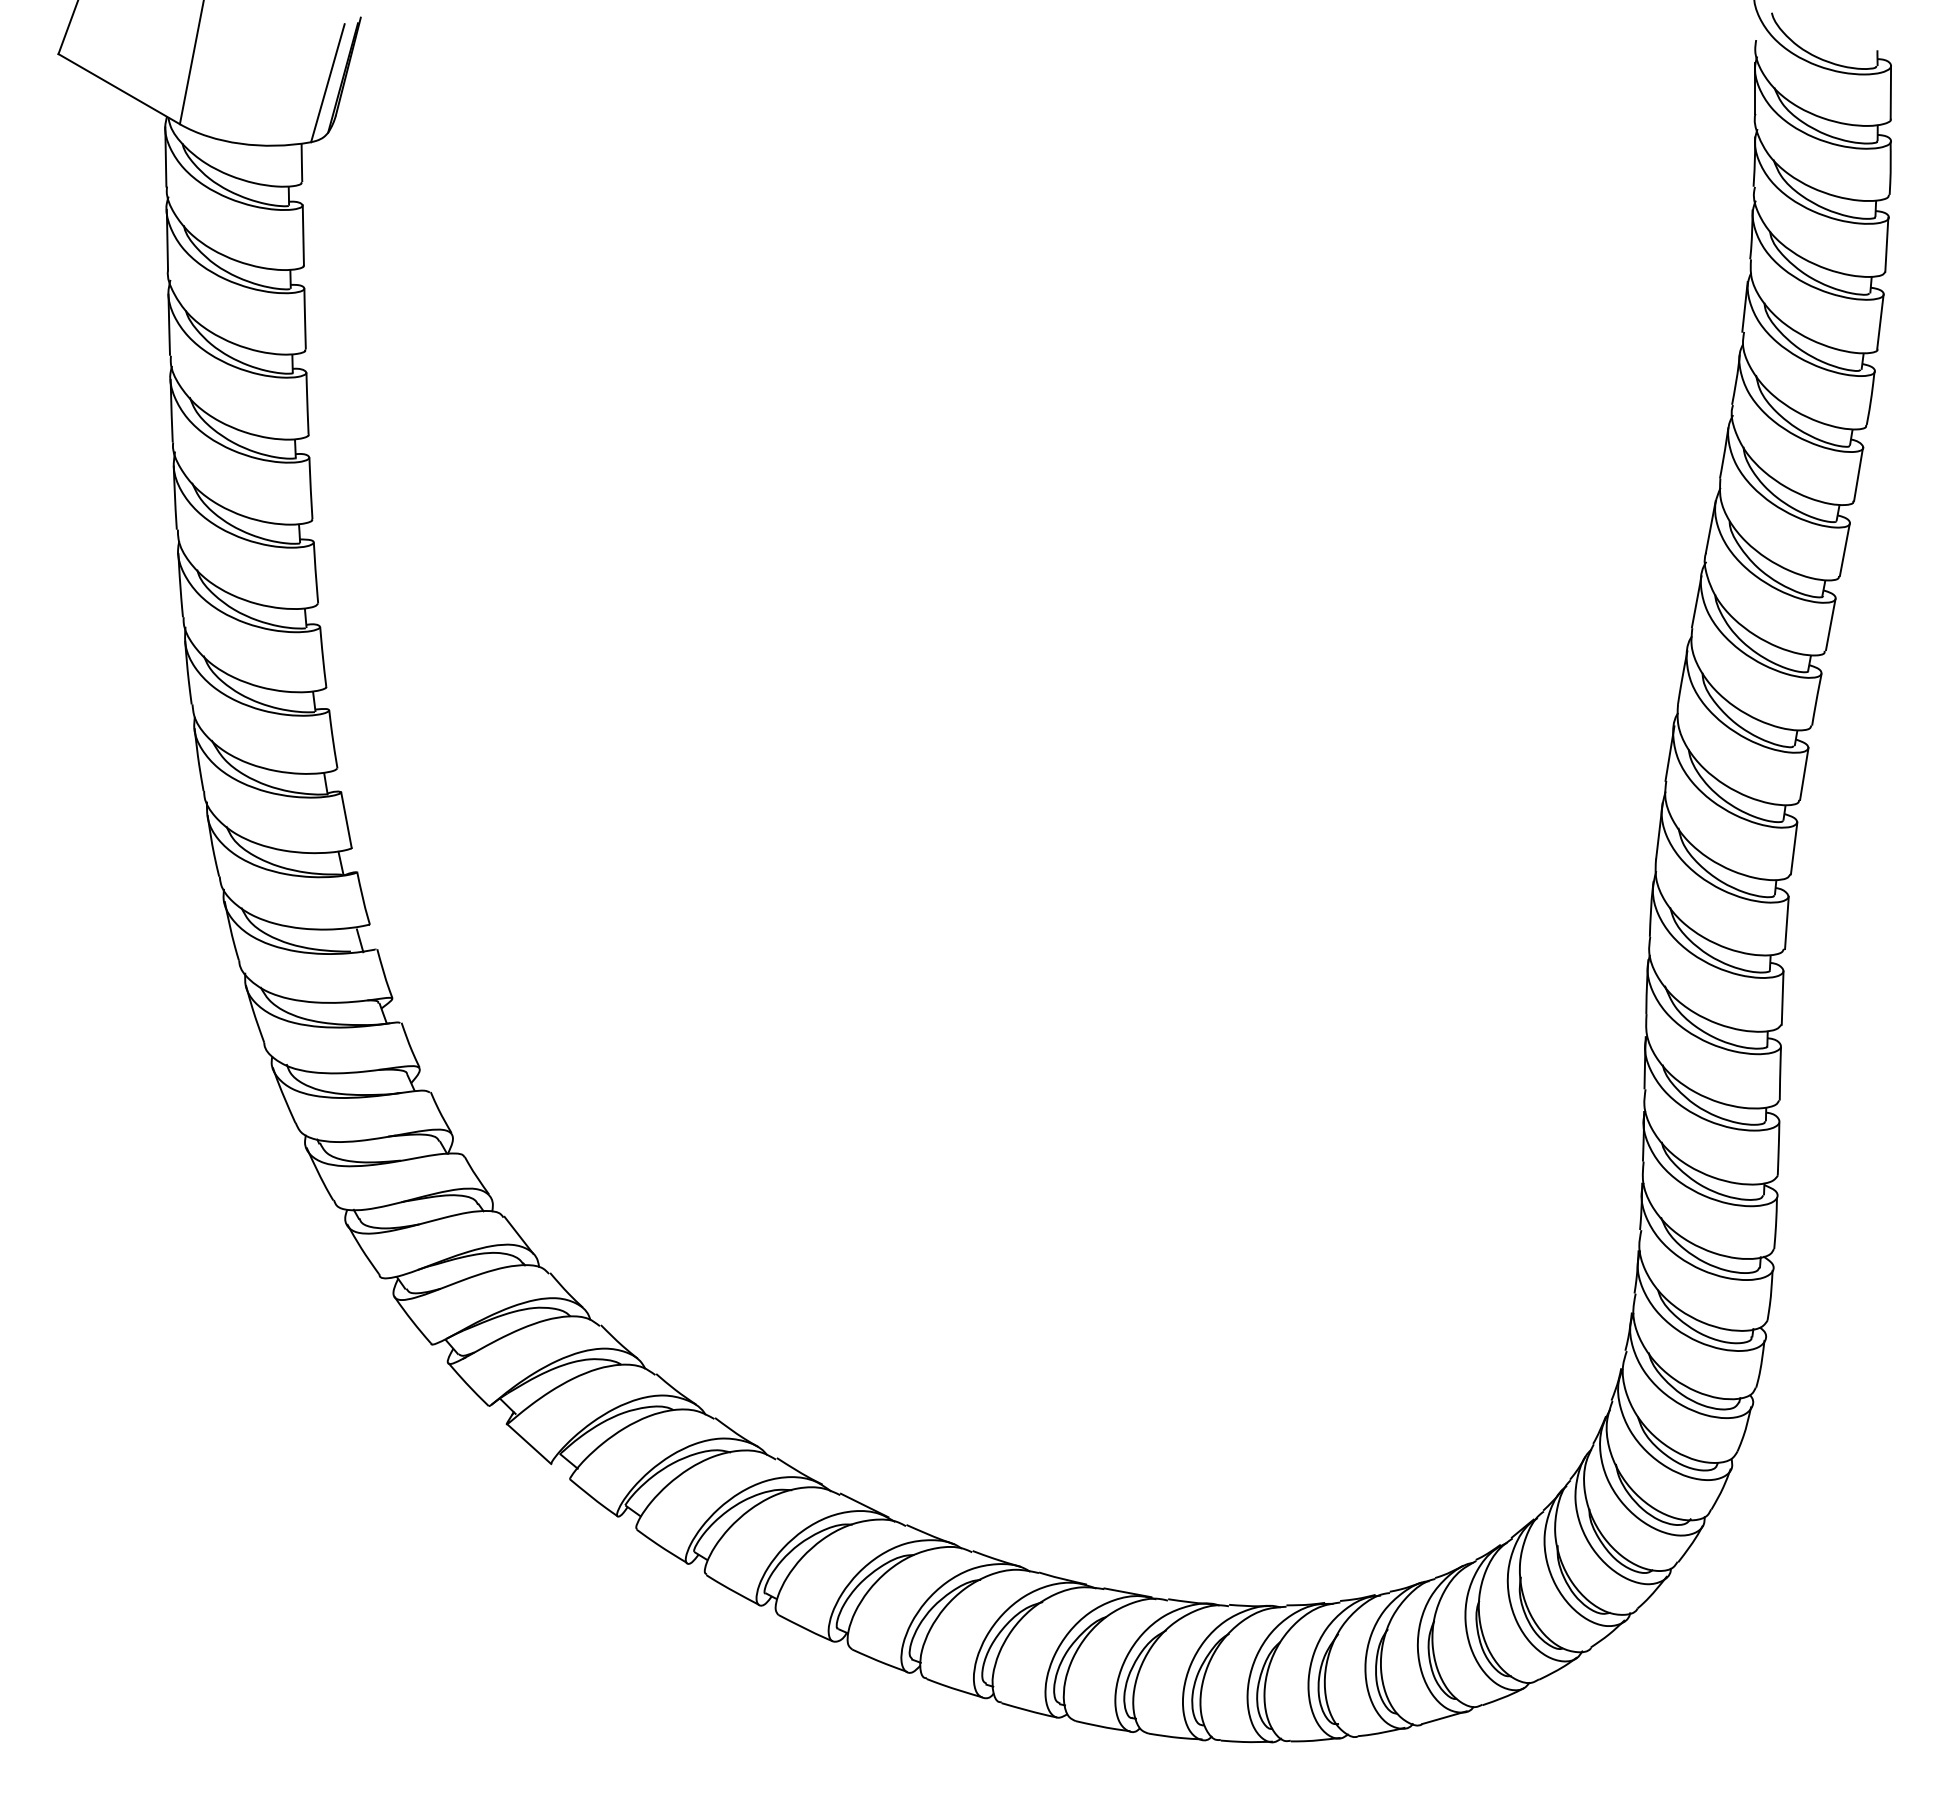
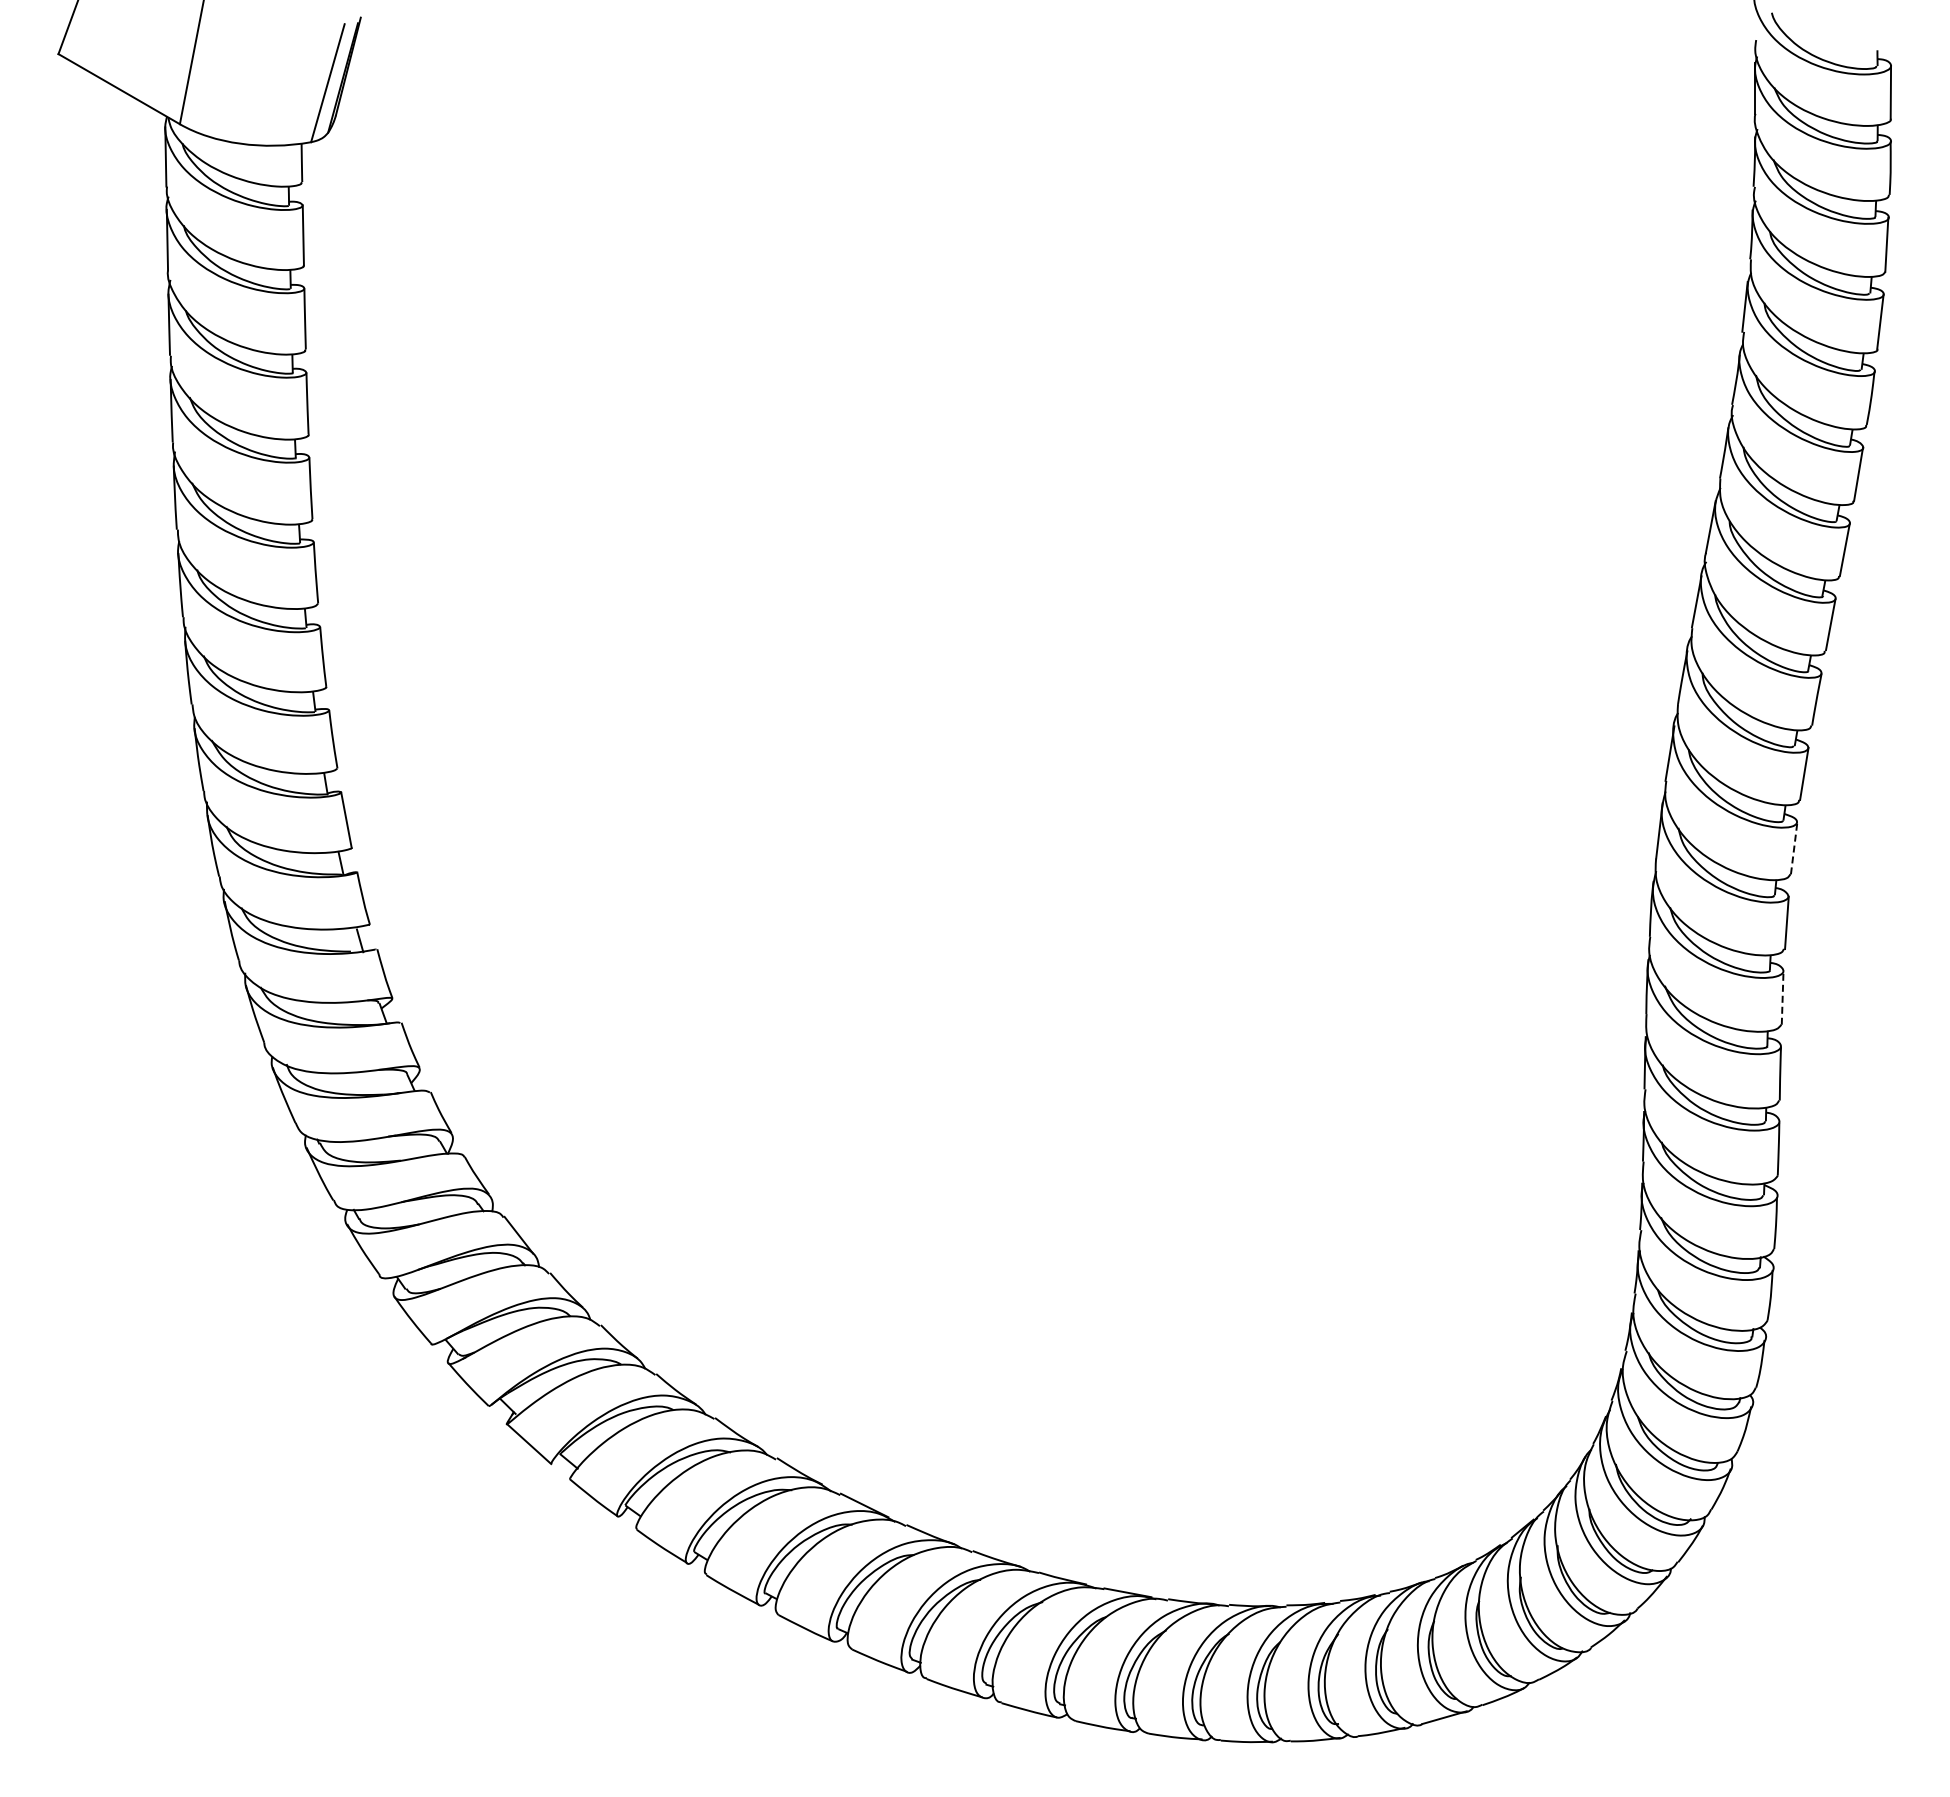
line at (1794, 847): solid -> dashed
line at (1782, 998): solid -> dashed
